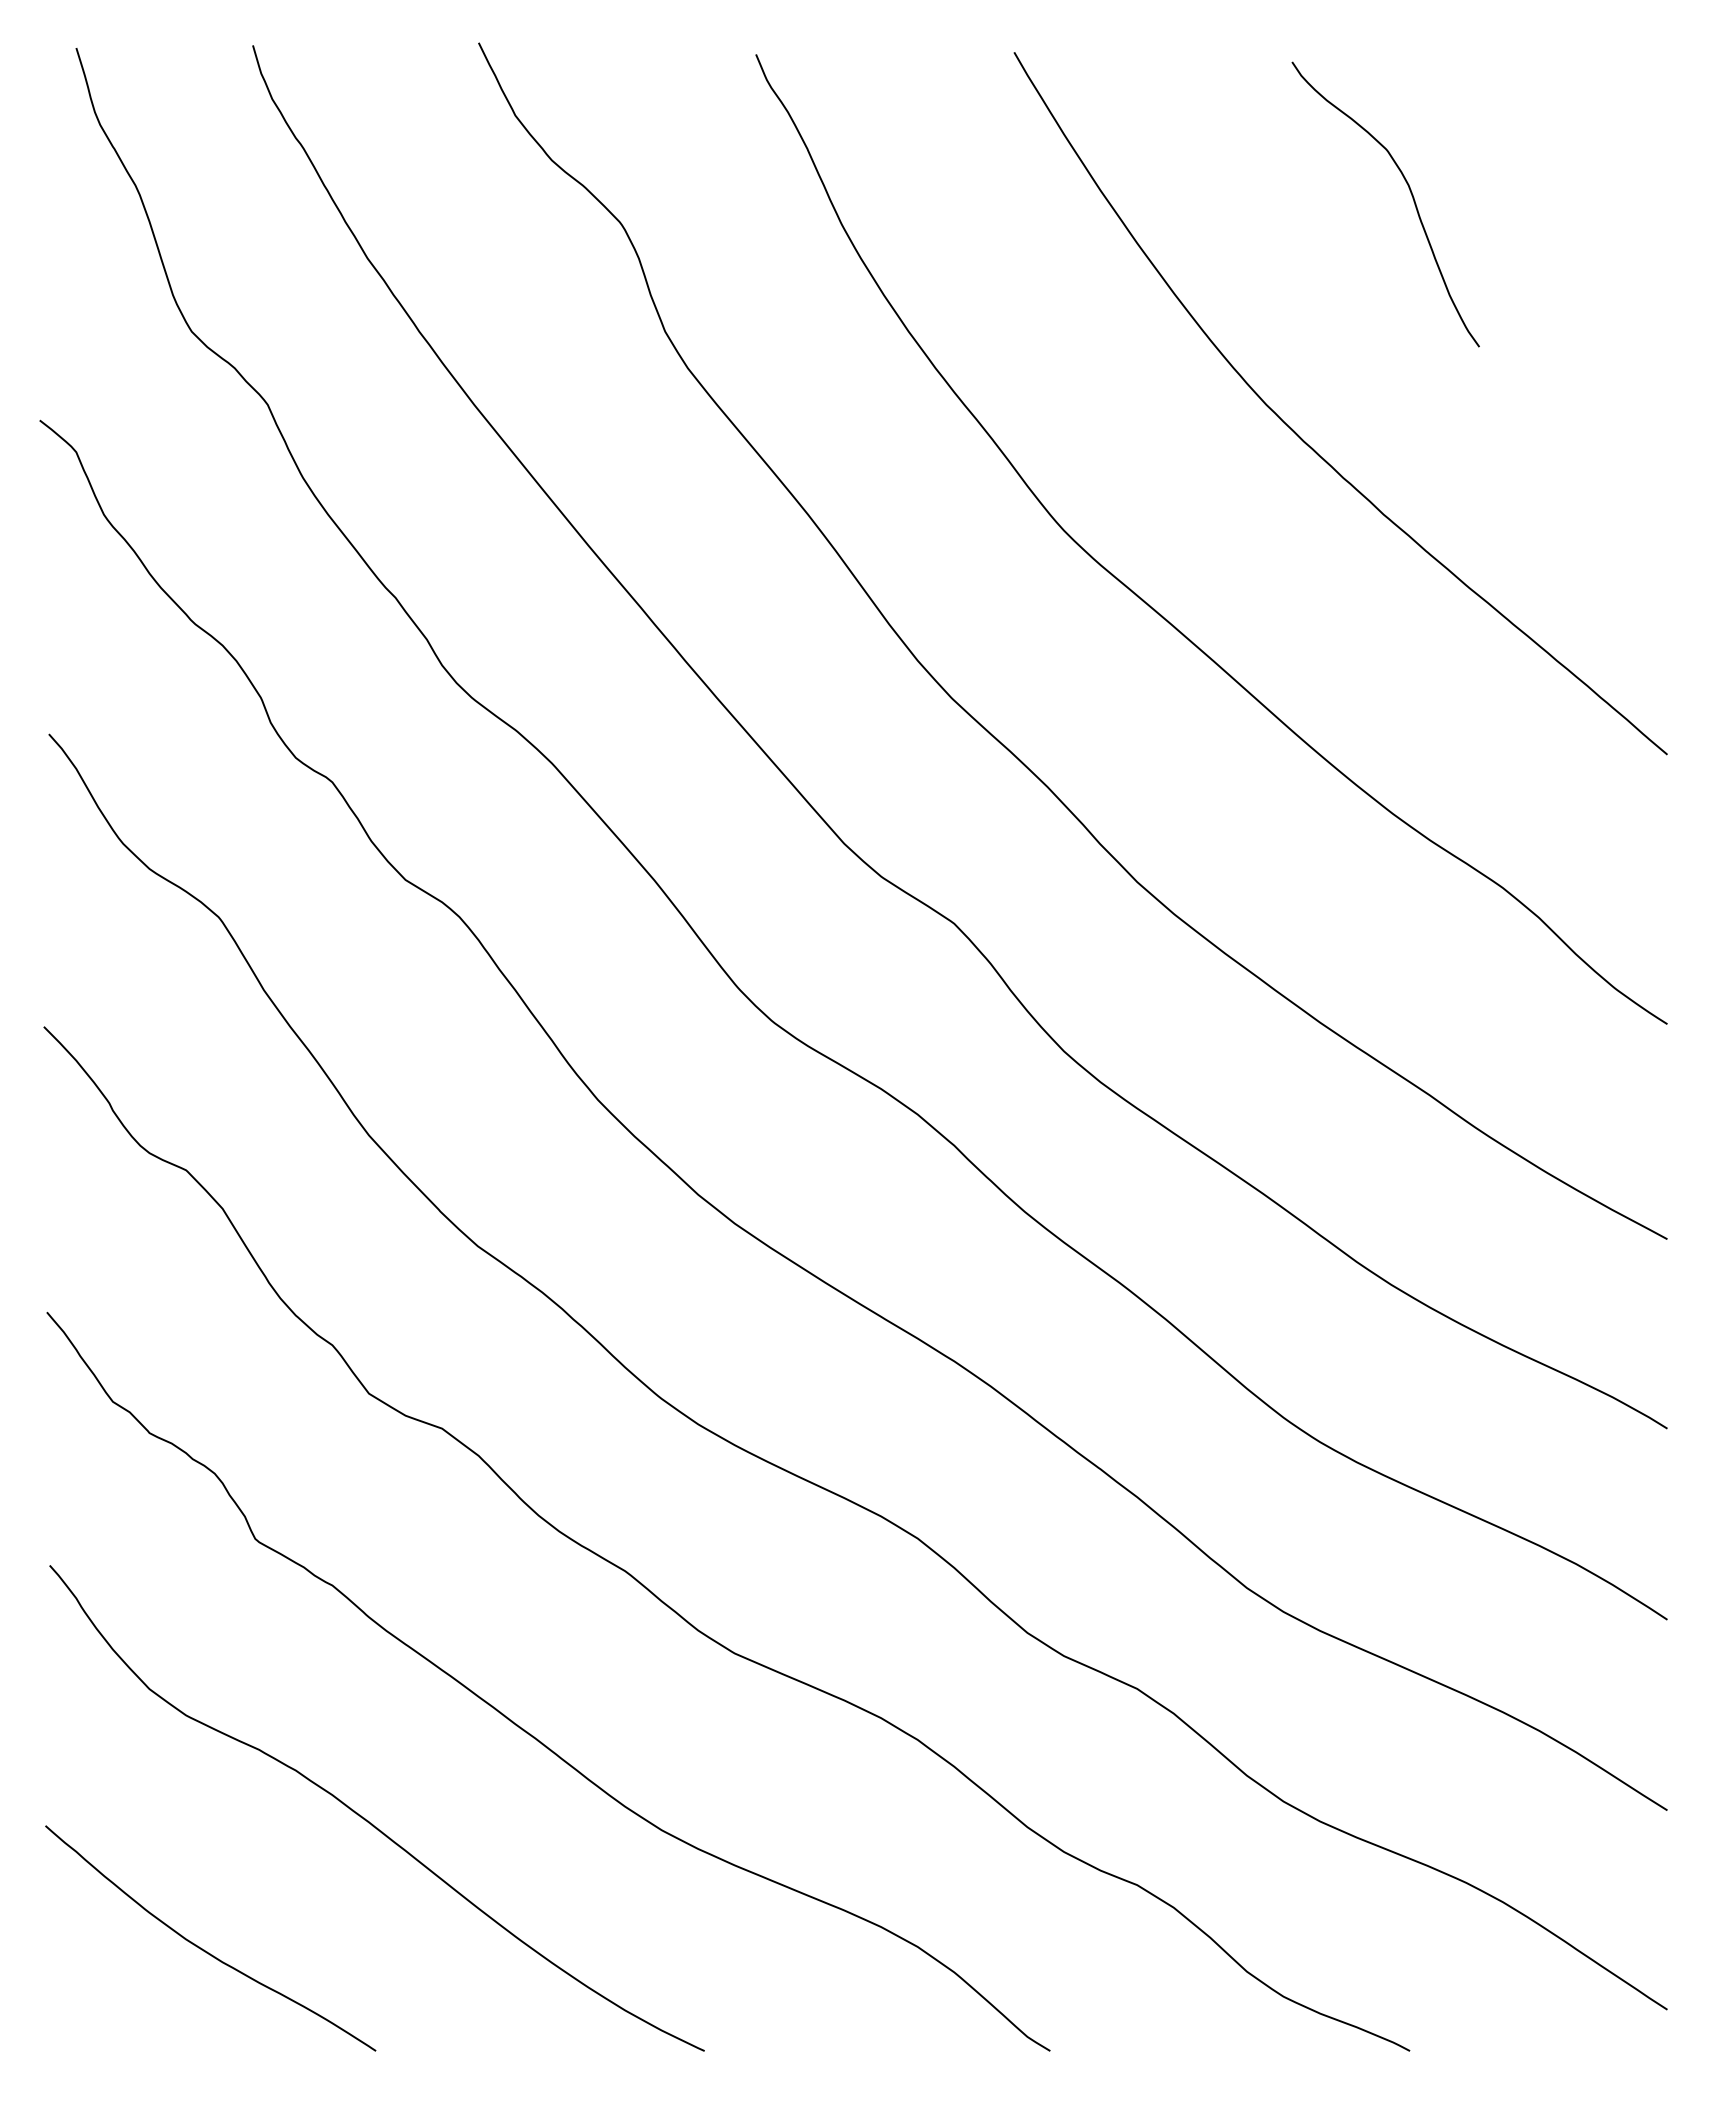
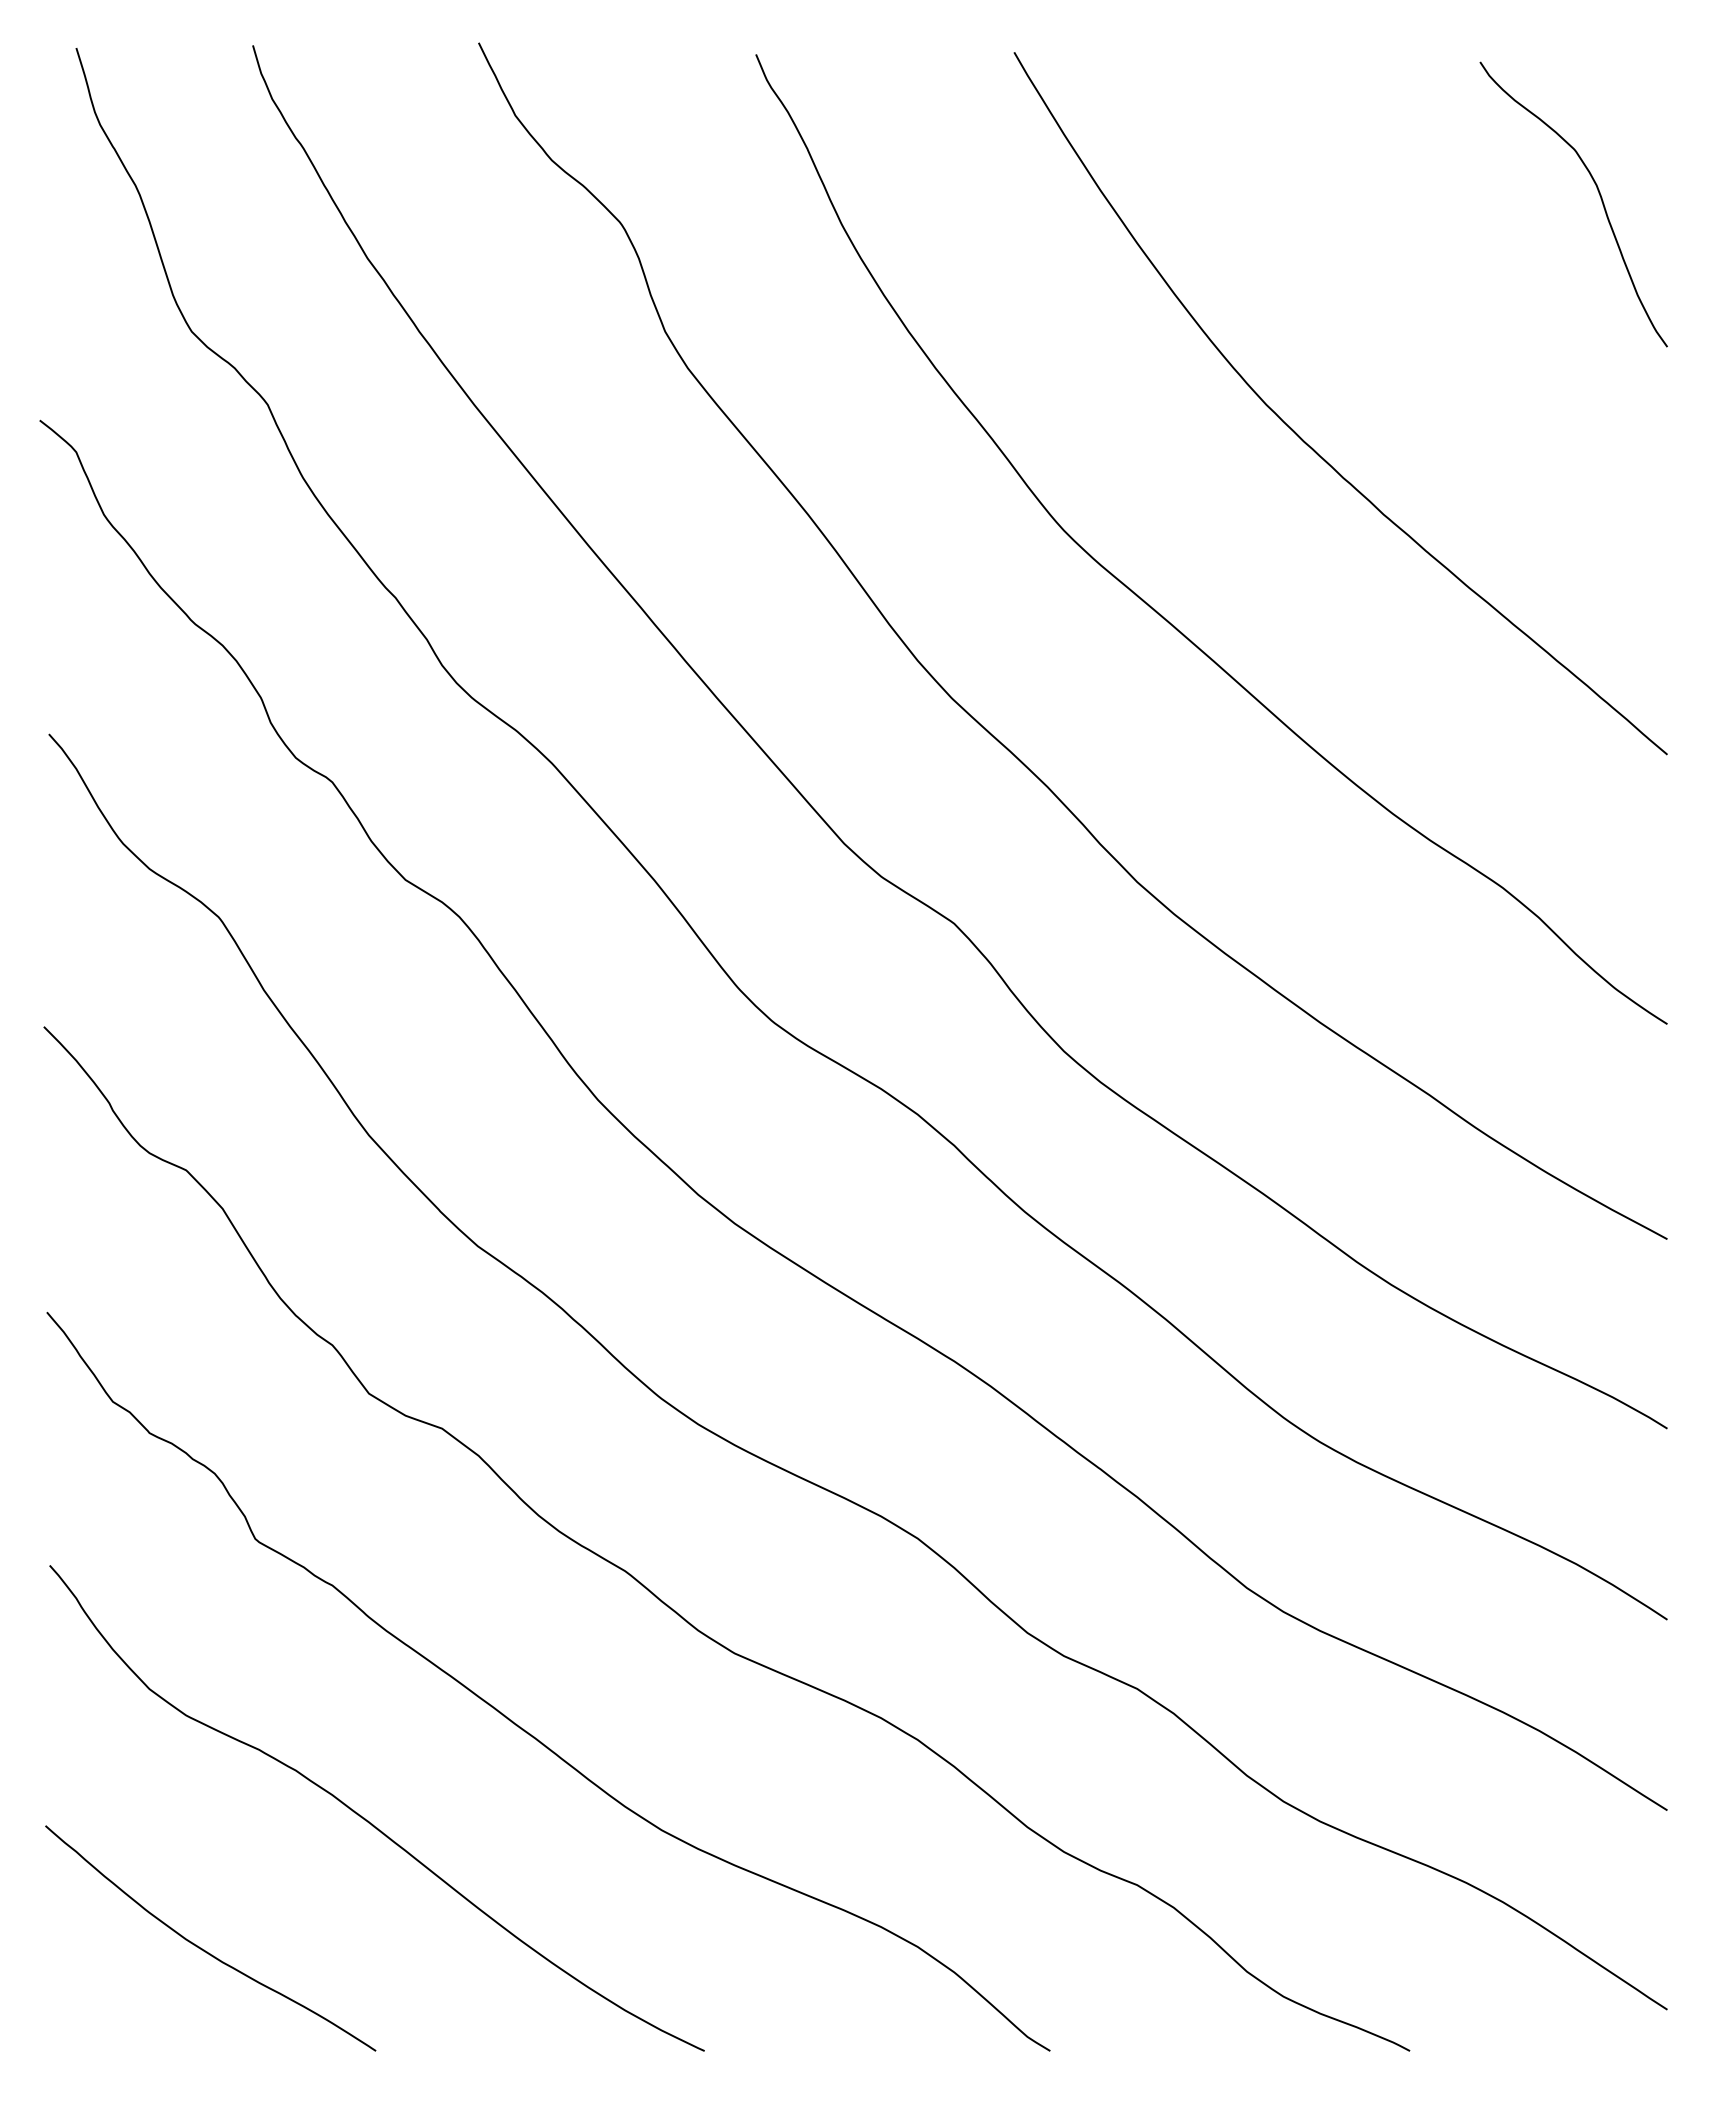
curve at (1410, 193) position: (1410, 193) -> (1598, 193)
